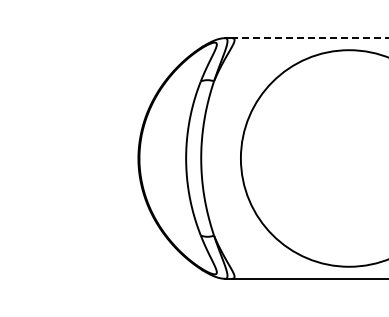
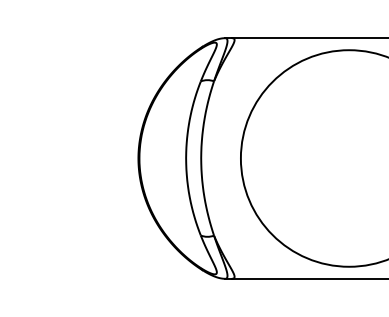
line at (309, 38): dashed -> solid
